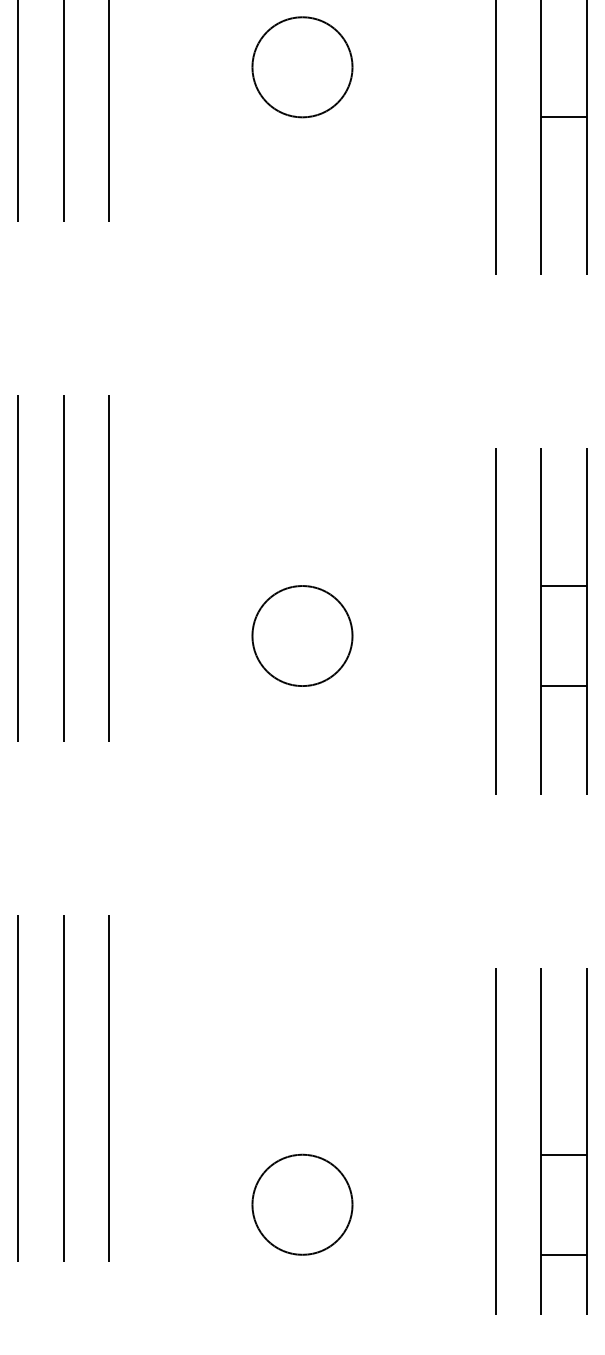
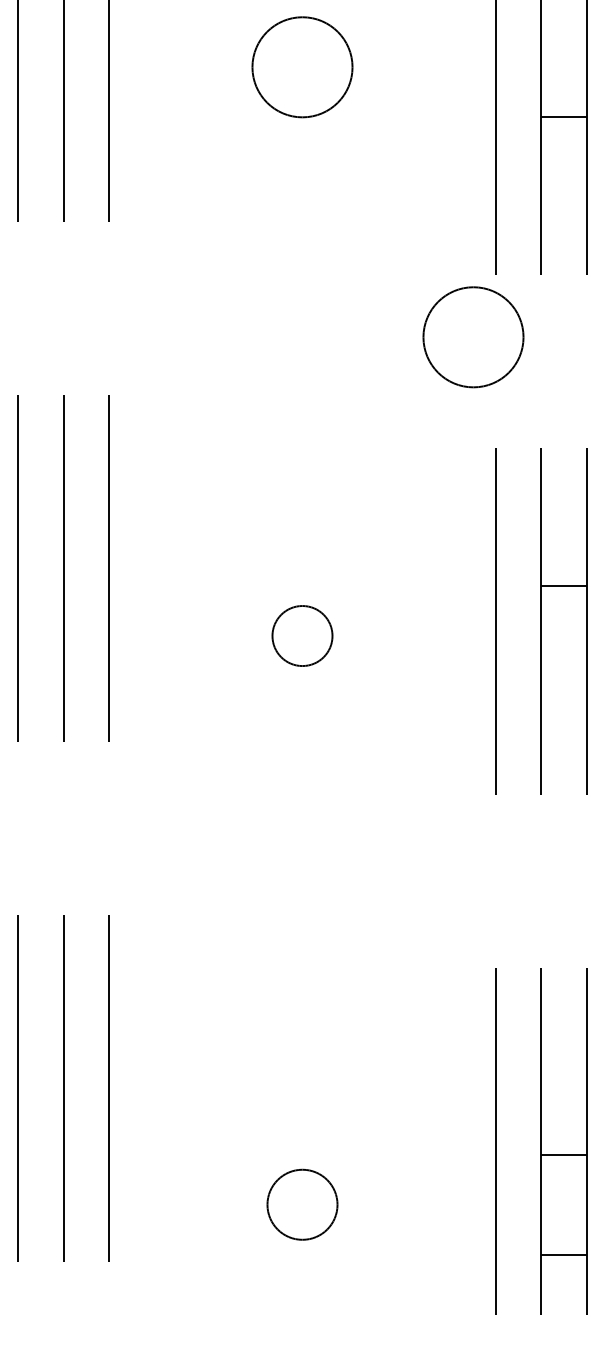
circle at (473, 337): none -> present
circle at (302, 635) size: 103x102 px -> 63x62 px
line at (563, 686): present -> none
circle at (302, 1204) diameter: 100 px -> 70 px
